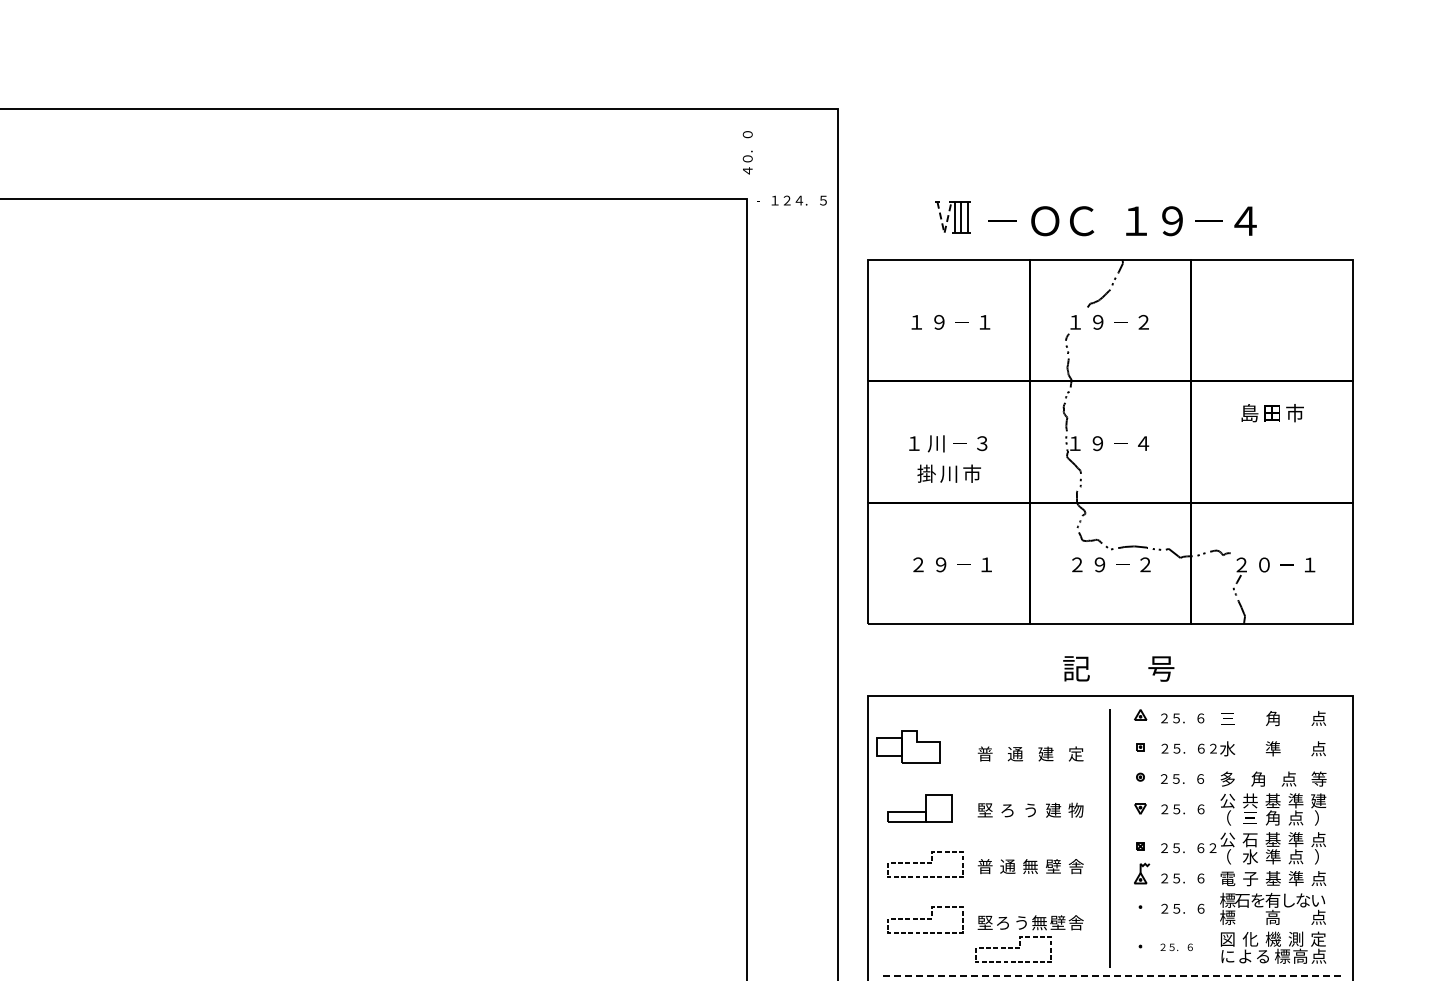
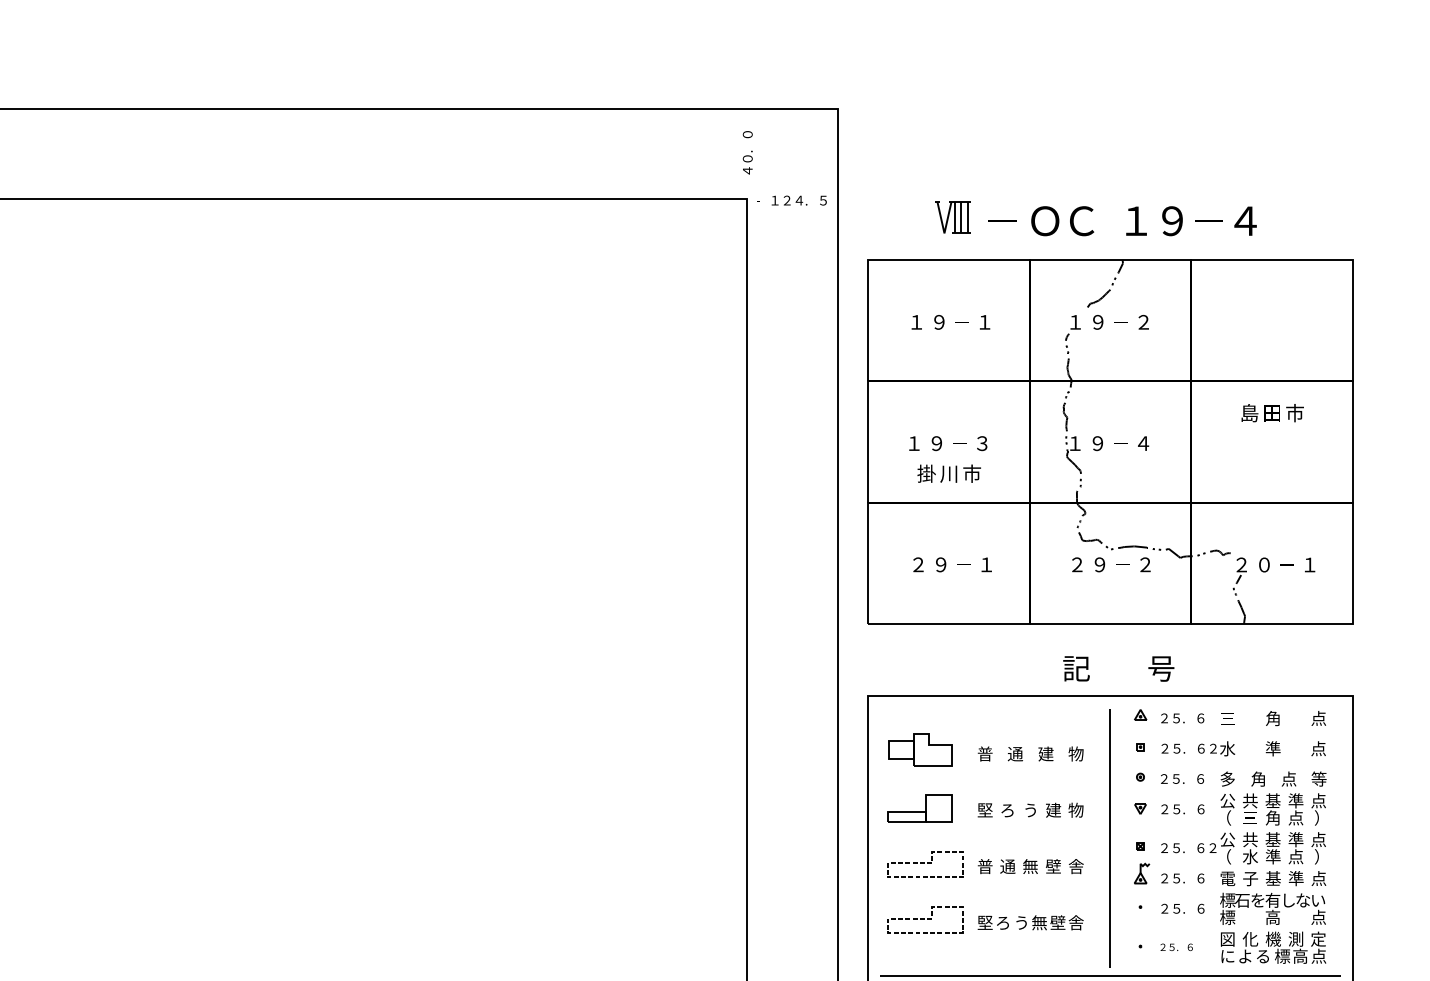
line at (944, 233): dashed -> solid
text at (935, 443): 川 -> ９
part at (908, 746) position: (908, 746) -> (920, 749)
text at (1075, 753): 定 -> 物
text at (1318, 800): 建 -> 点
text at (1249, 839): 石 -> 共
part at (1013, 949): present -> none
line at (1109, 975): dashed -> solid
